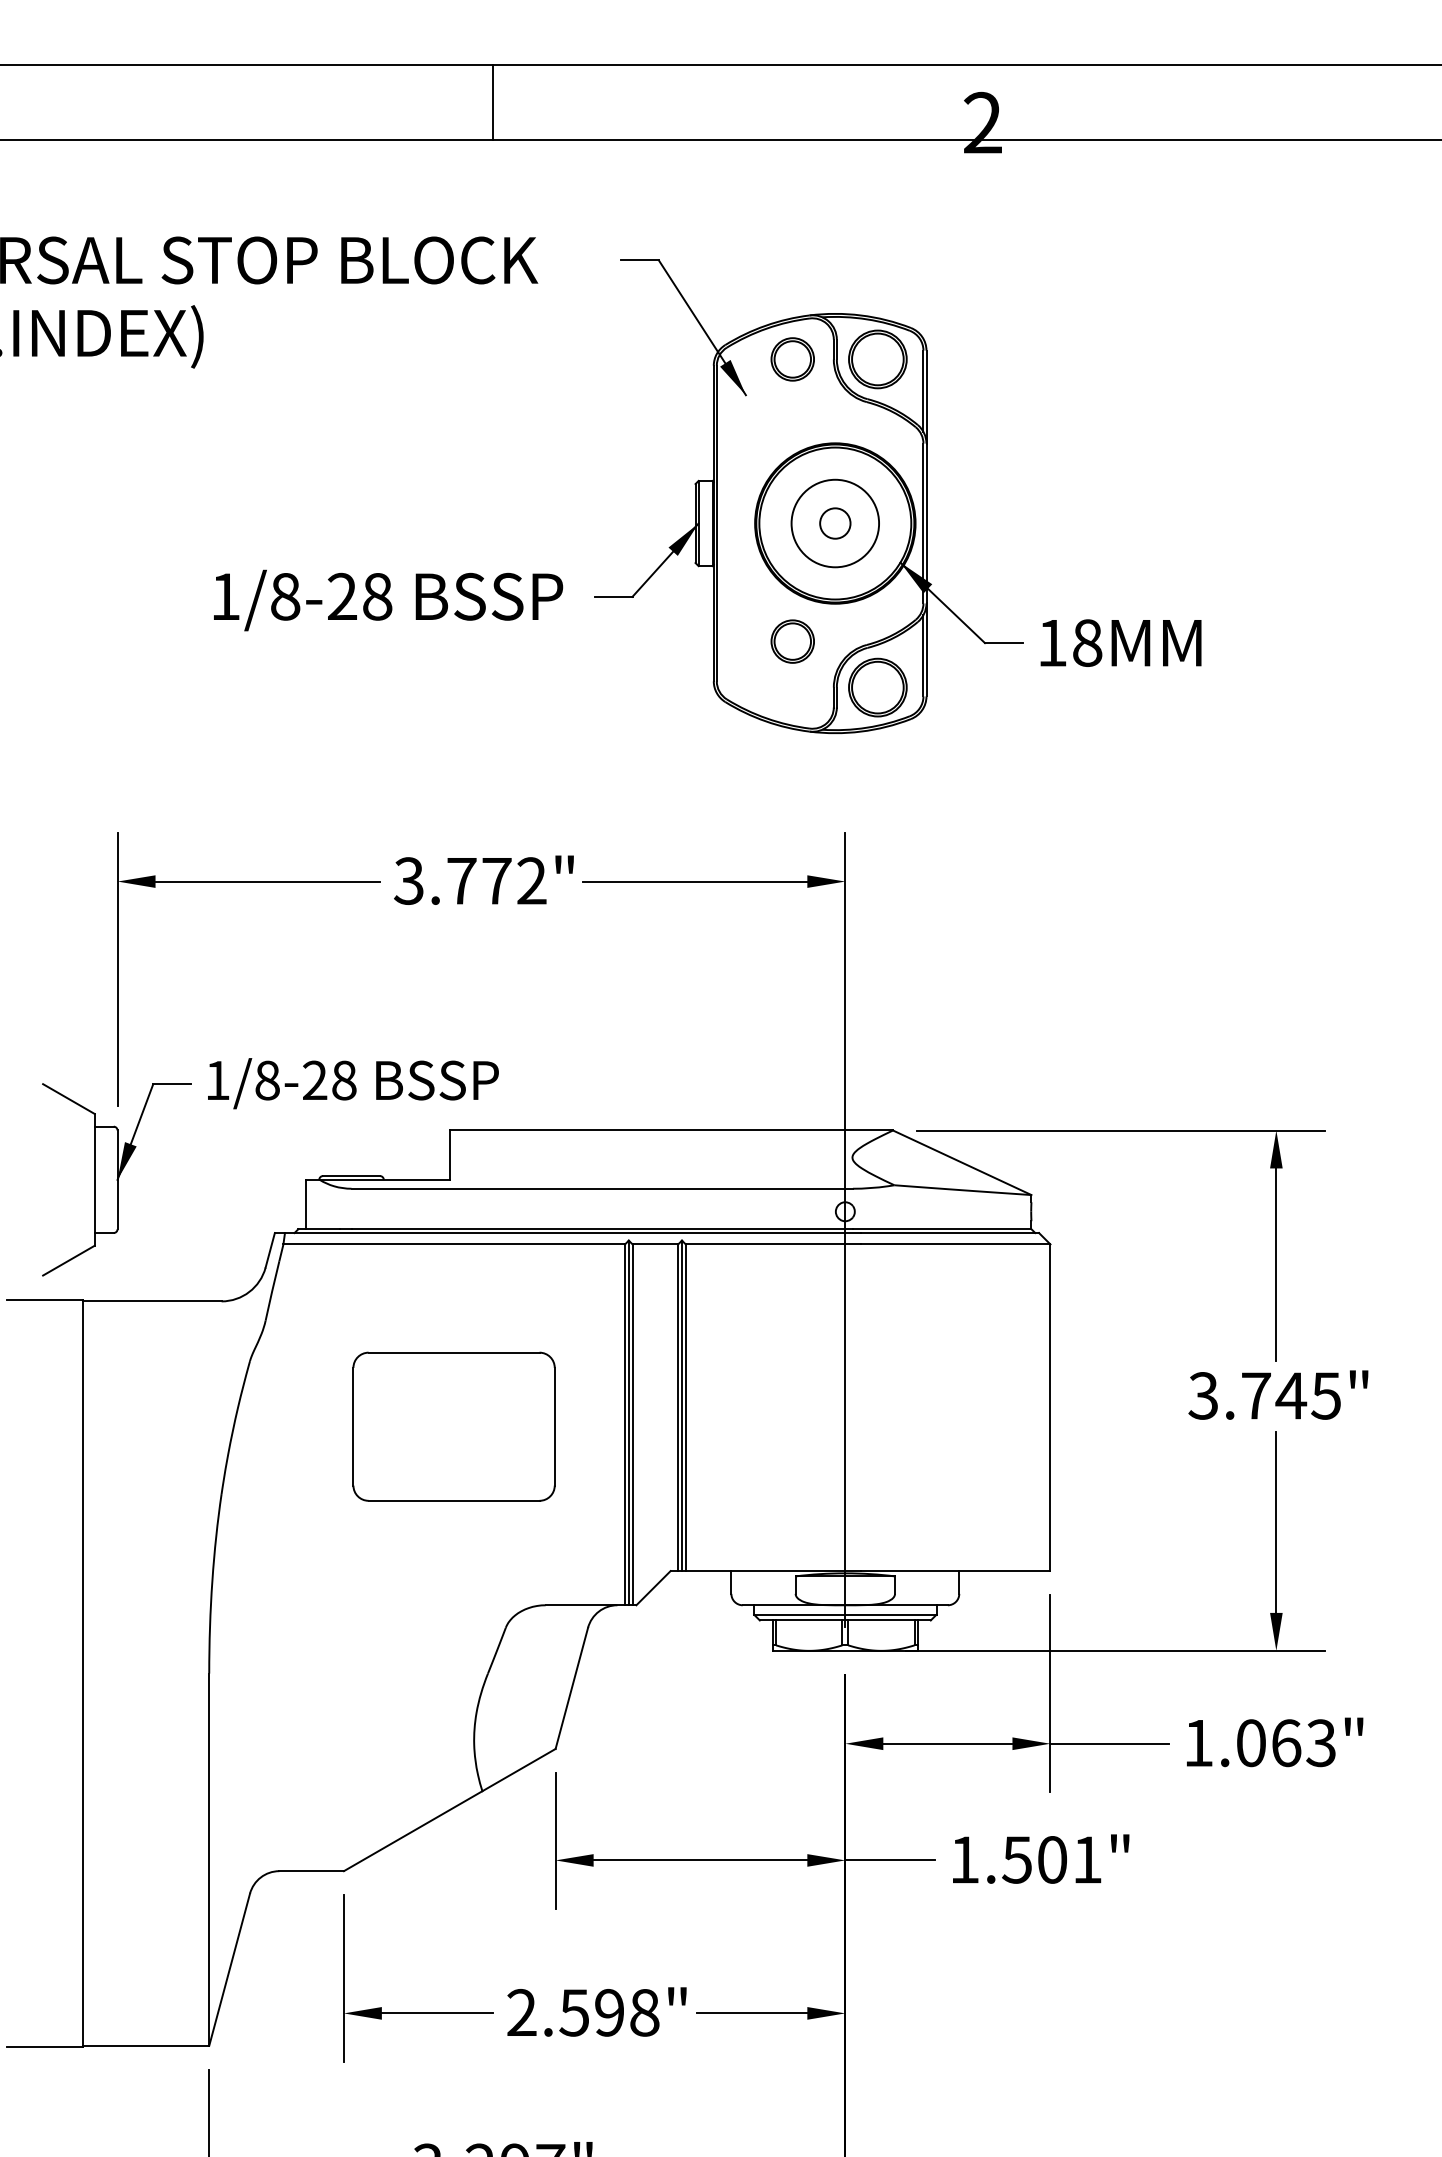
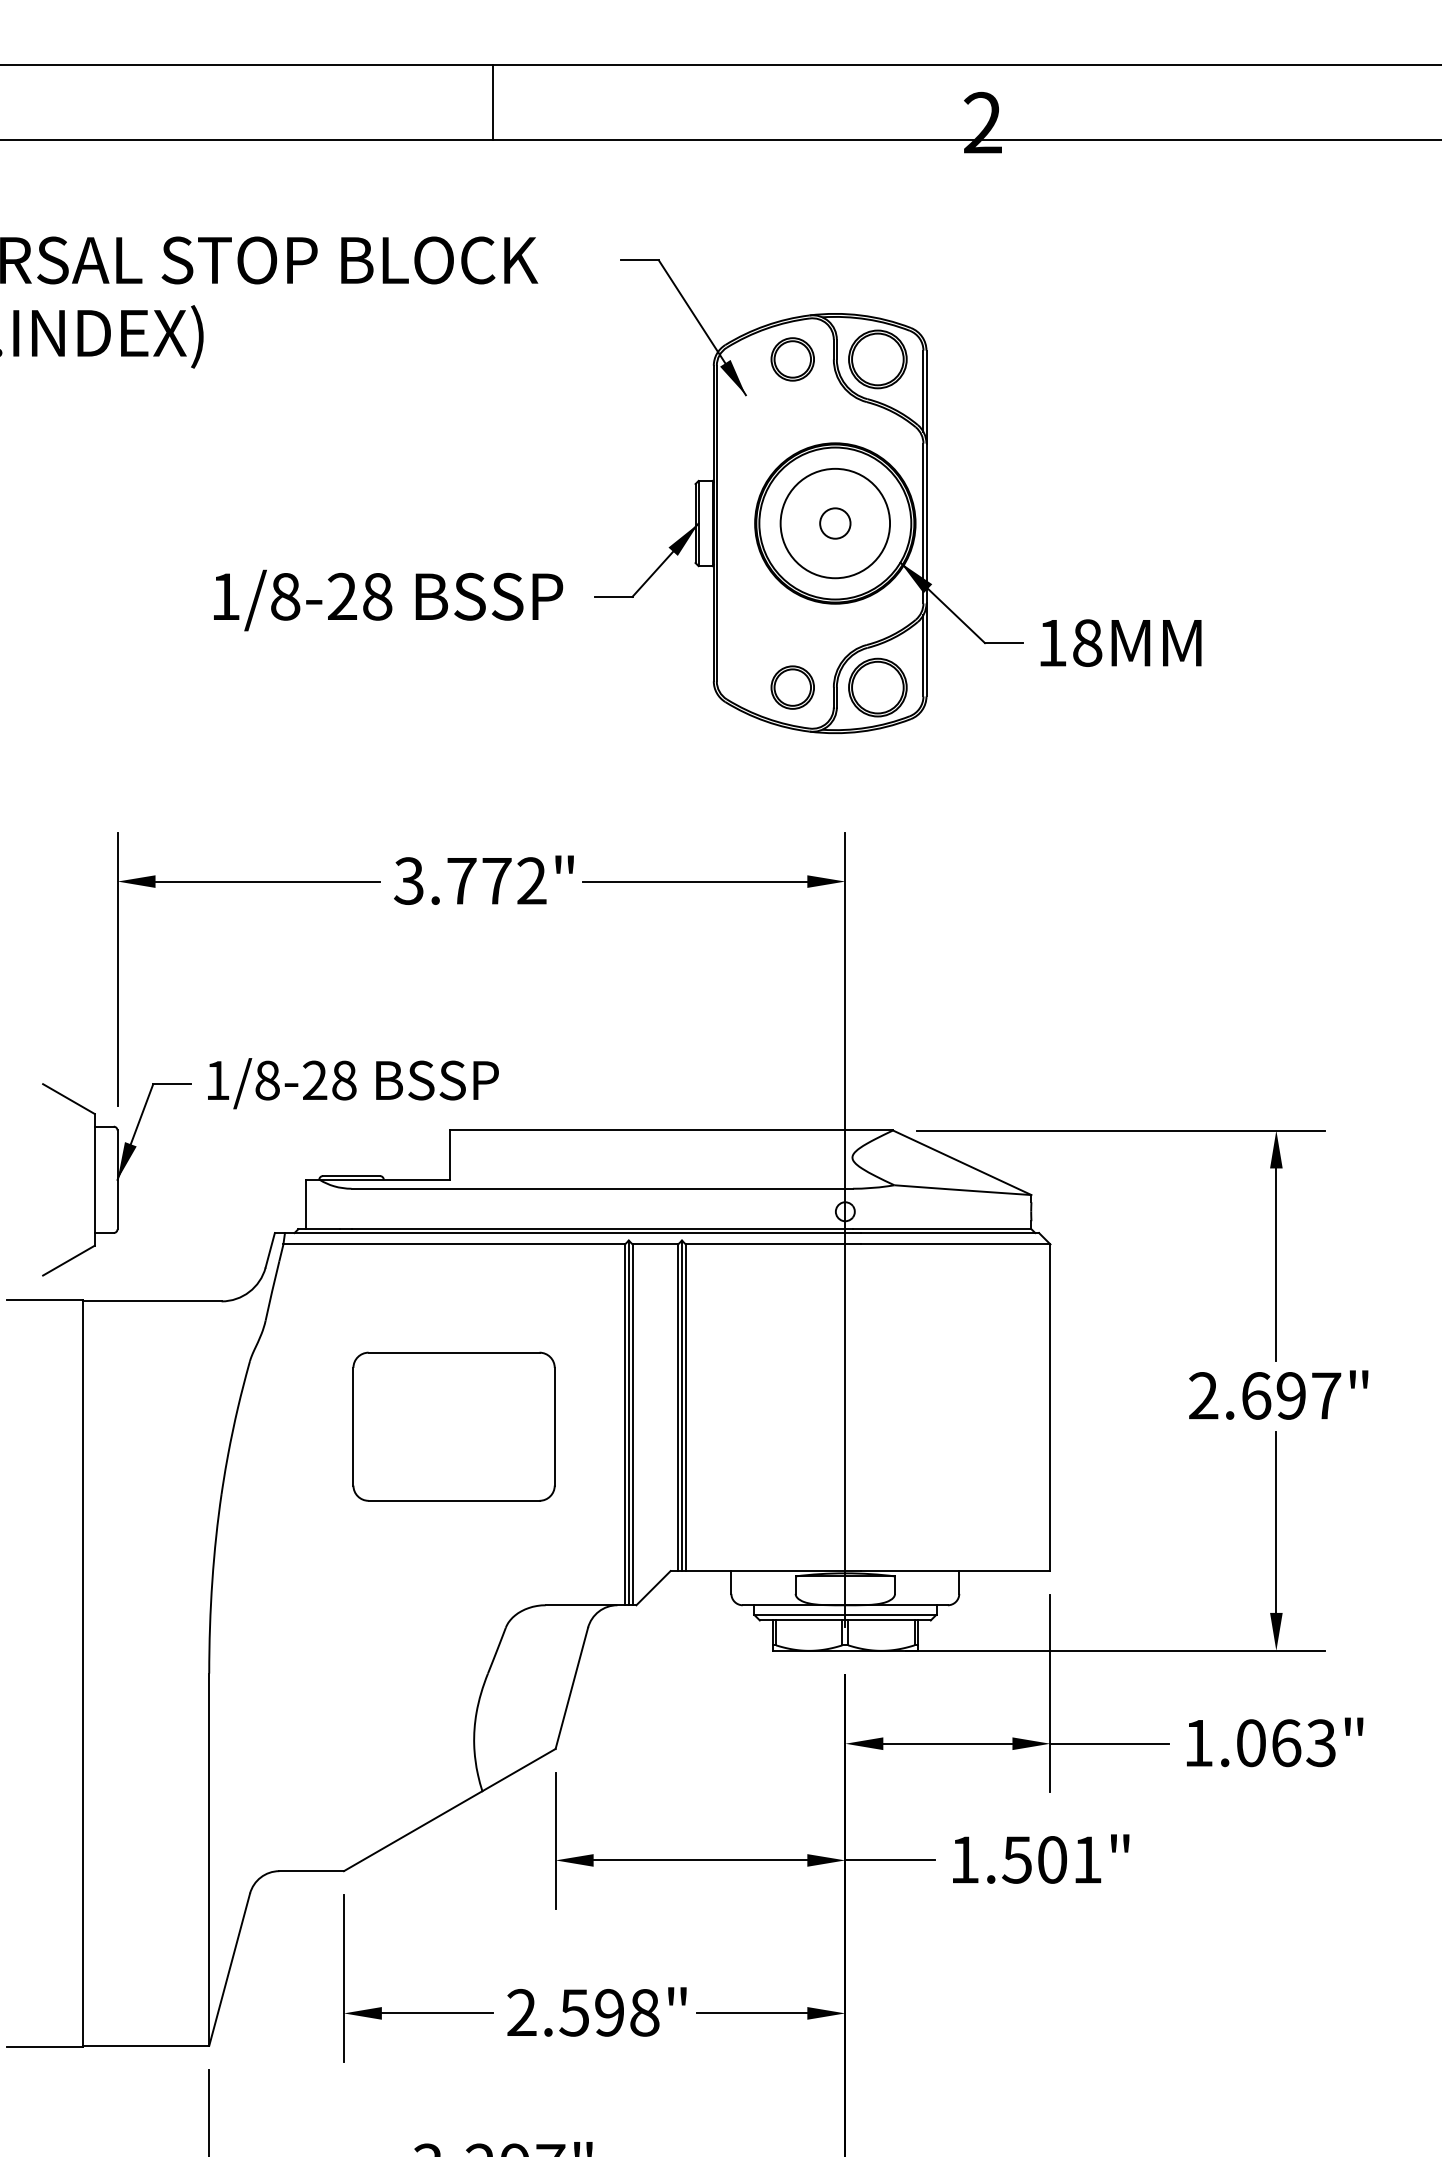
circle at (835, 523) diameter: 88 px -> 109 px
part at (792, 641) position: (792, 641) -> (792, 687)
text at (1264, 1395): 3.745" -> 2.697"
